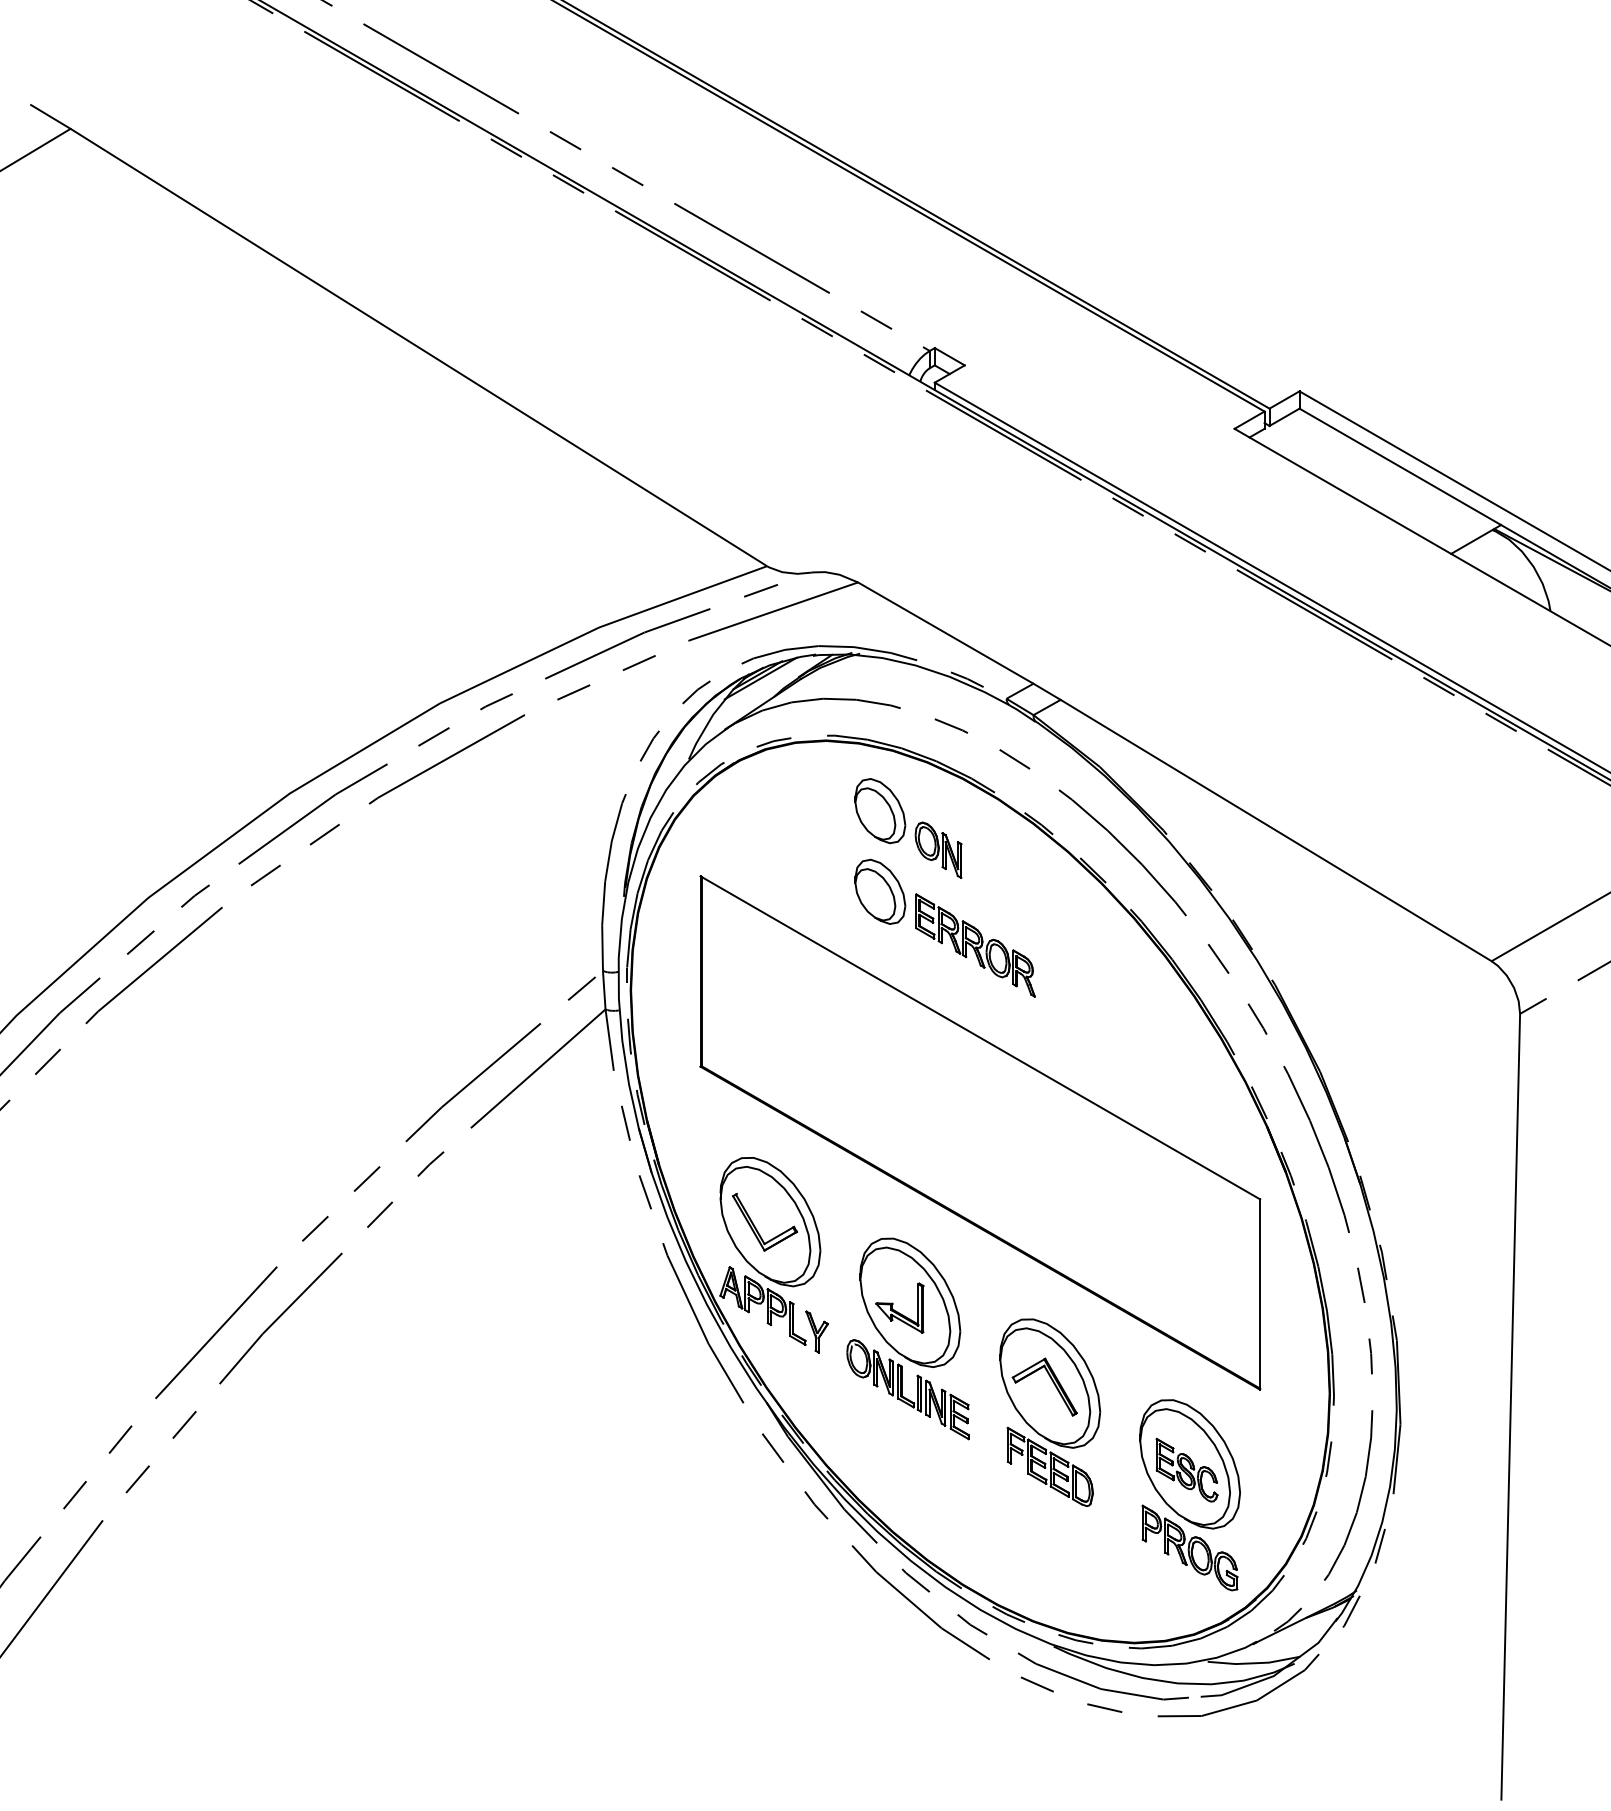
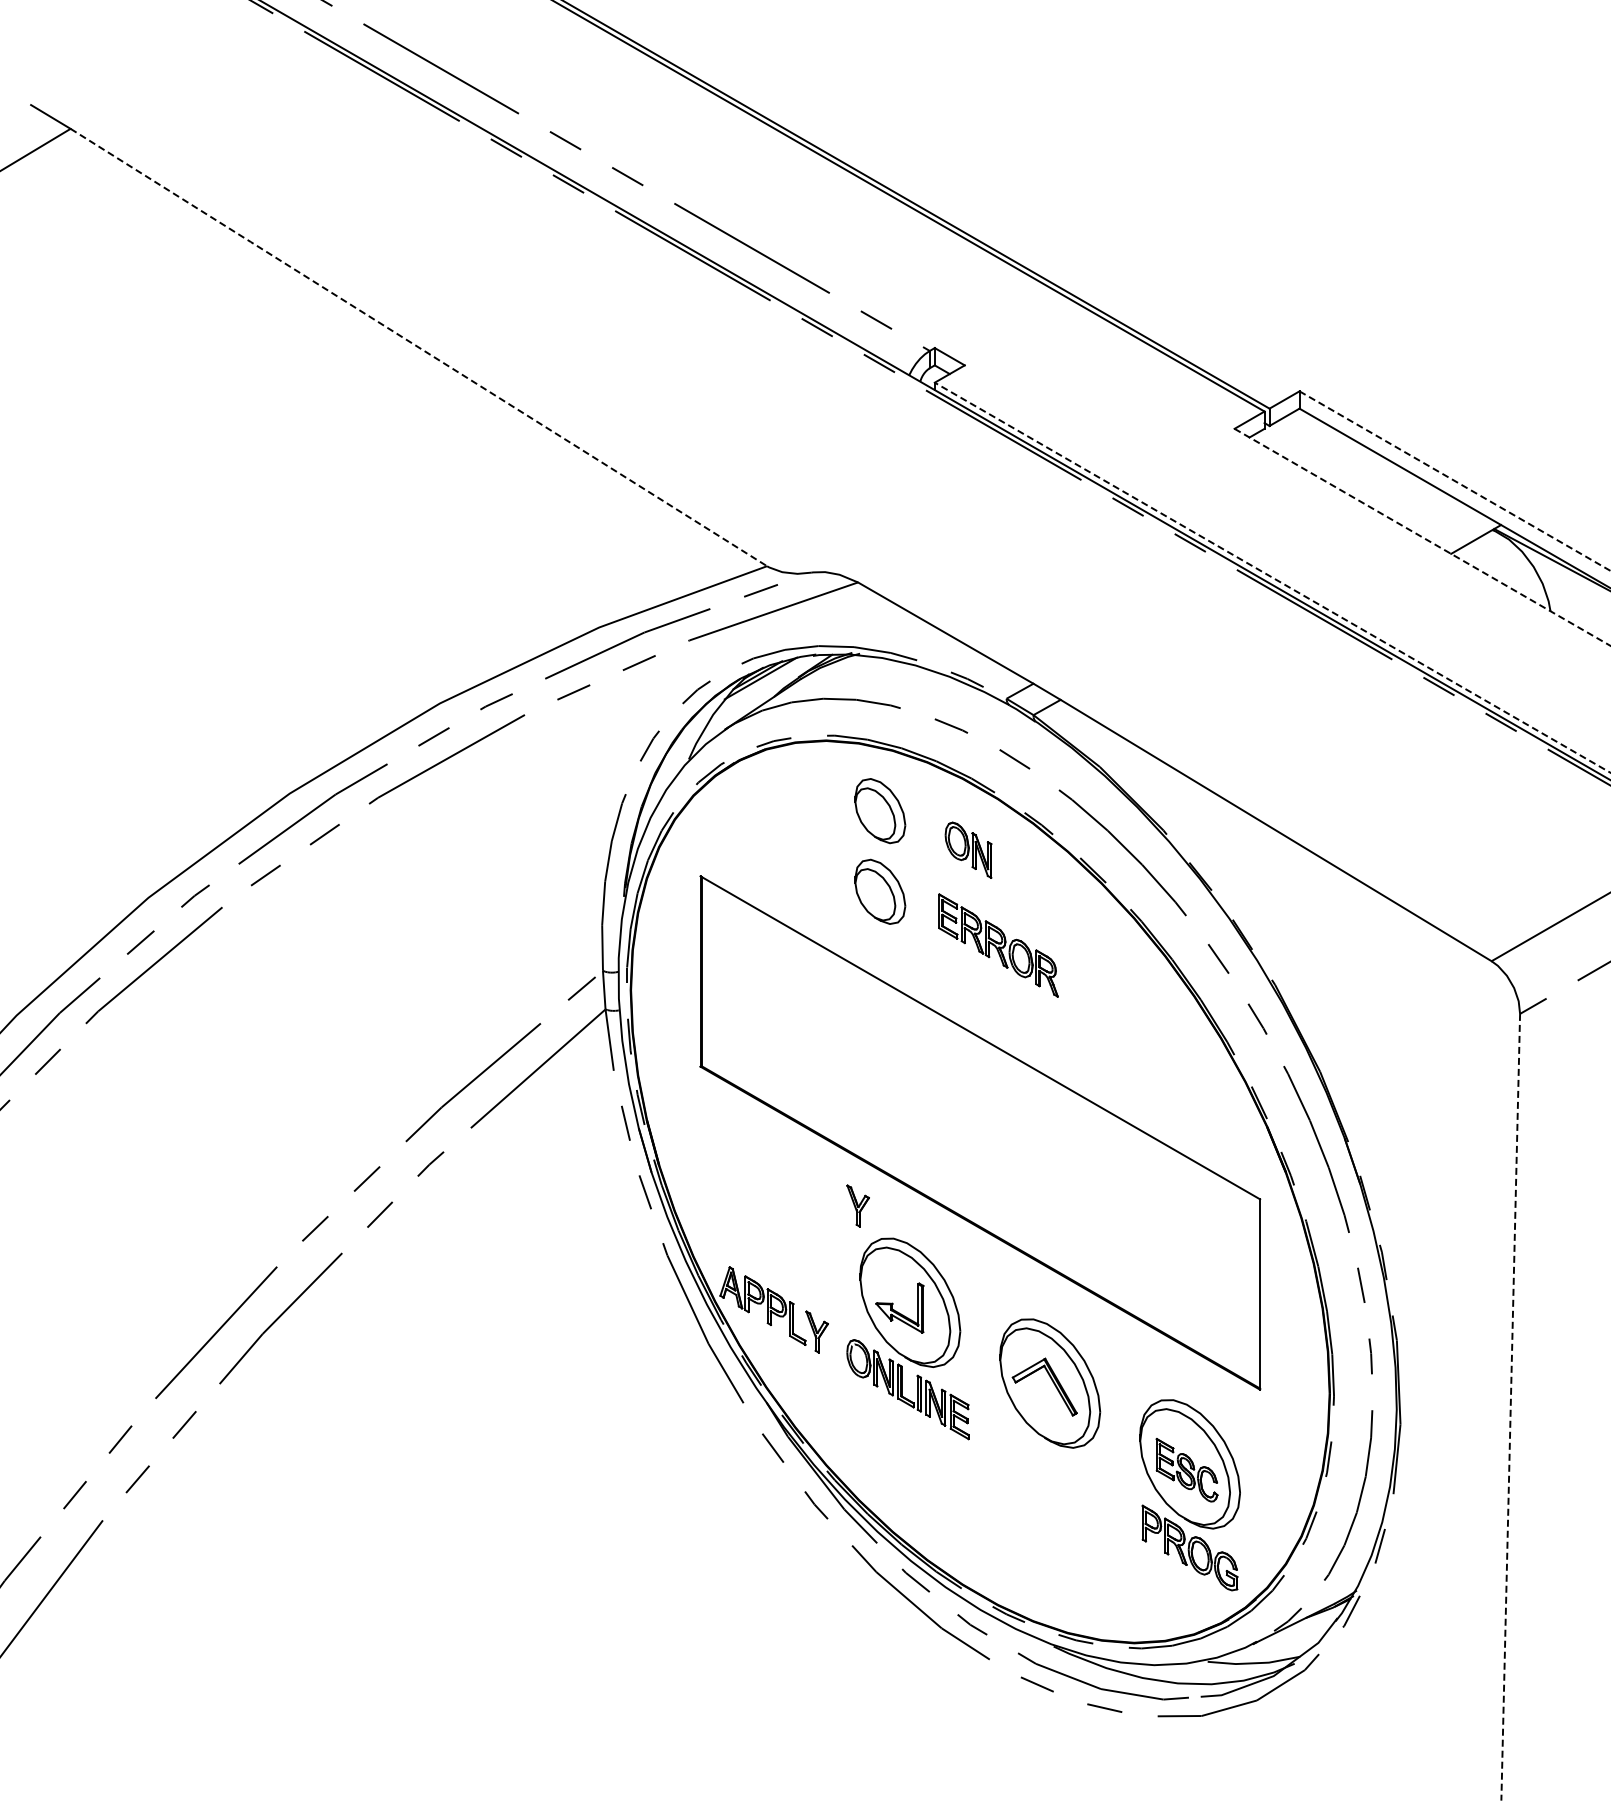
line at (419, 347): solid -> dashed
line at (1455, 481): solid -> dashed
line at (1423, 537): solid -> dashed
line at (1272, 577): solid -> dashed
part at (938, 849) position: (938, 849) -> (968, 849)
part at (975, 945) position: (975, 945) -> (998, 945)
part at (857, 1205): none -> present
part at (770, 1222): present -> none
line at (1510, 1407): solid -> dashed
part at (1049, 1466): present -> none
